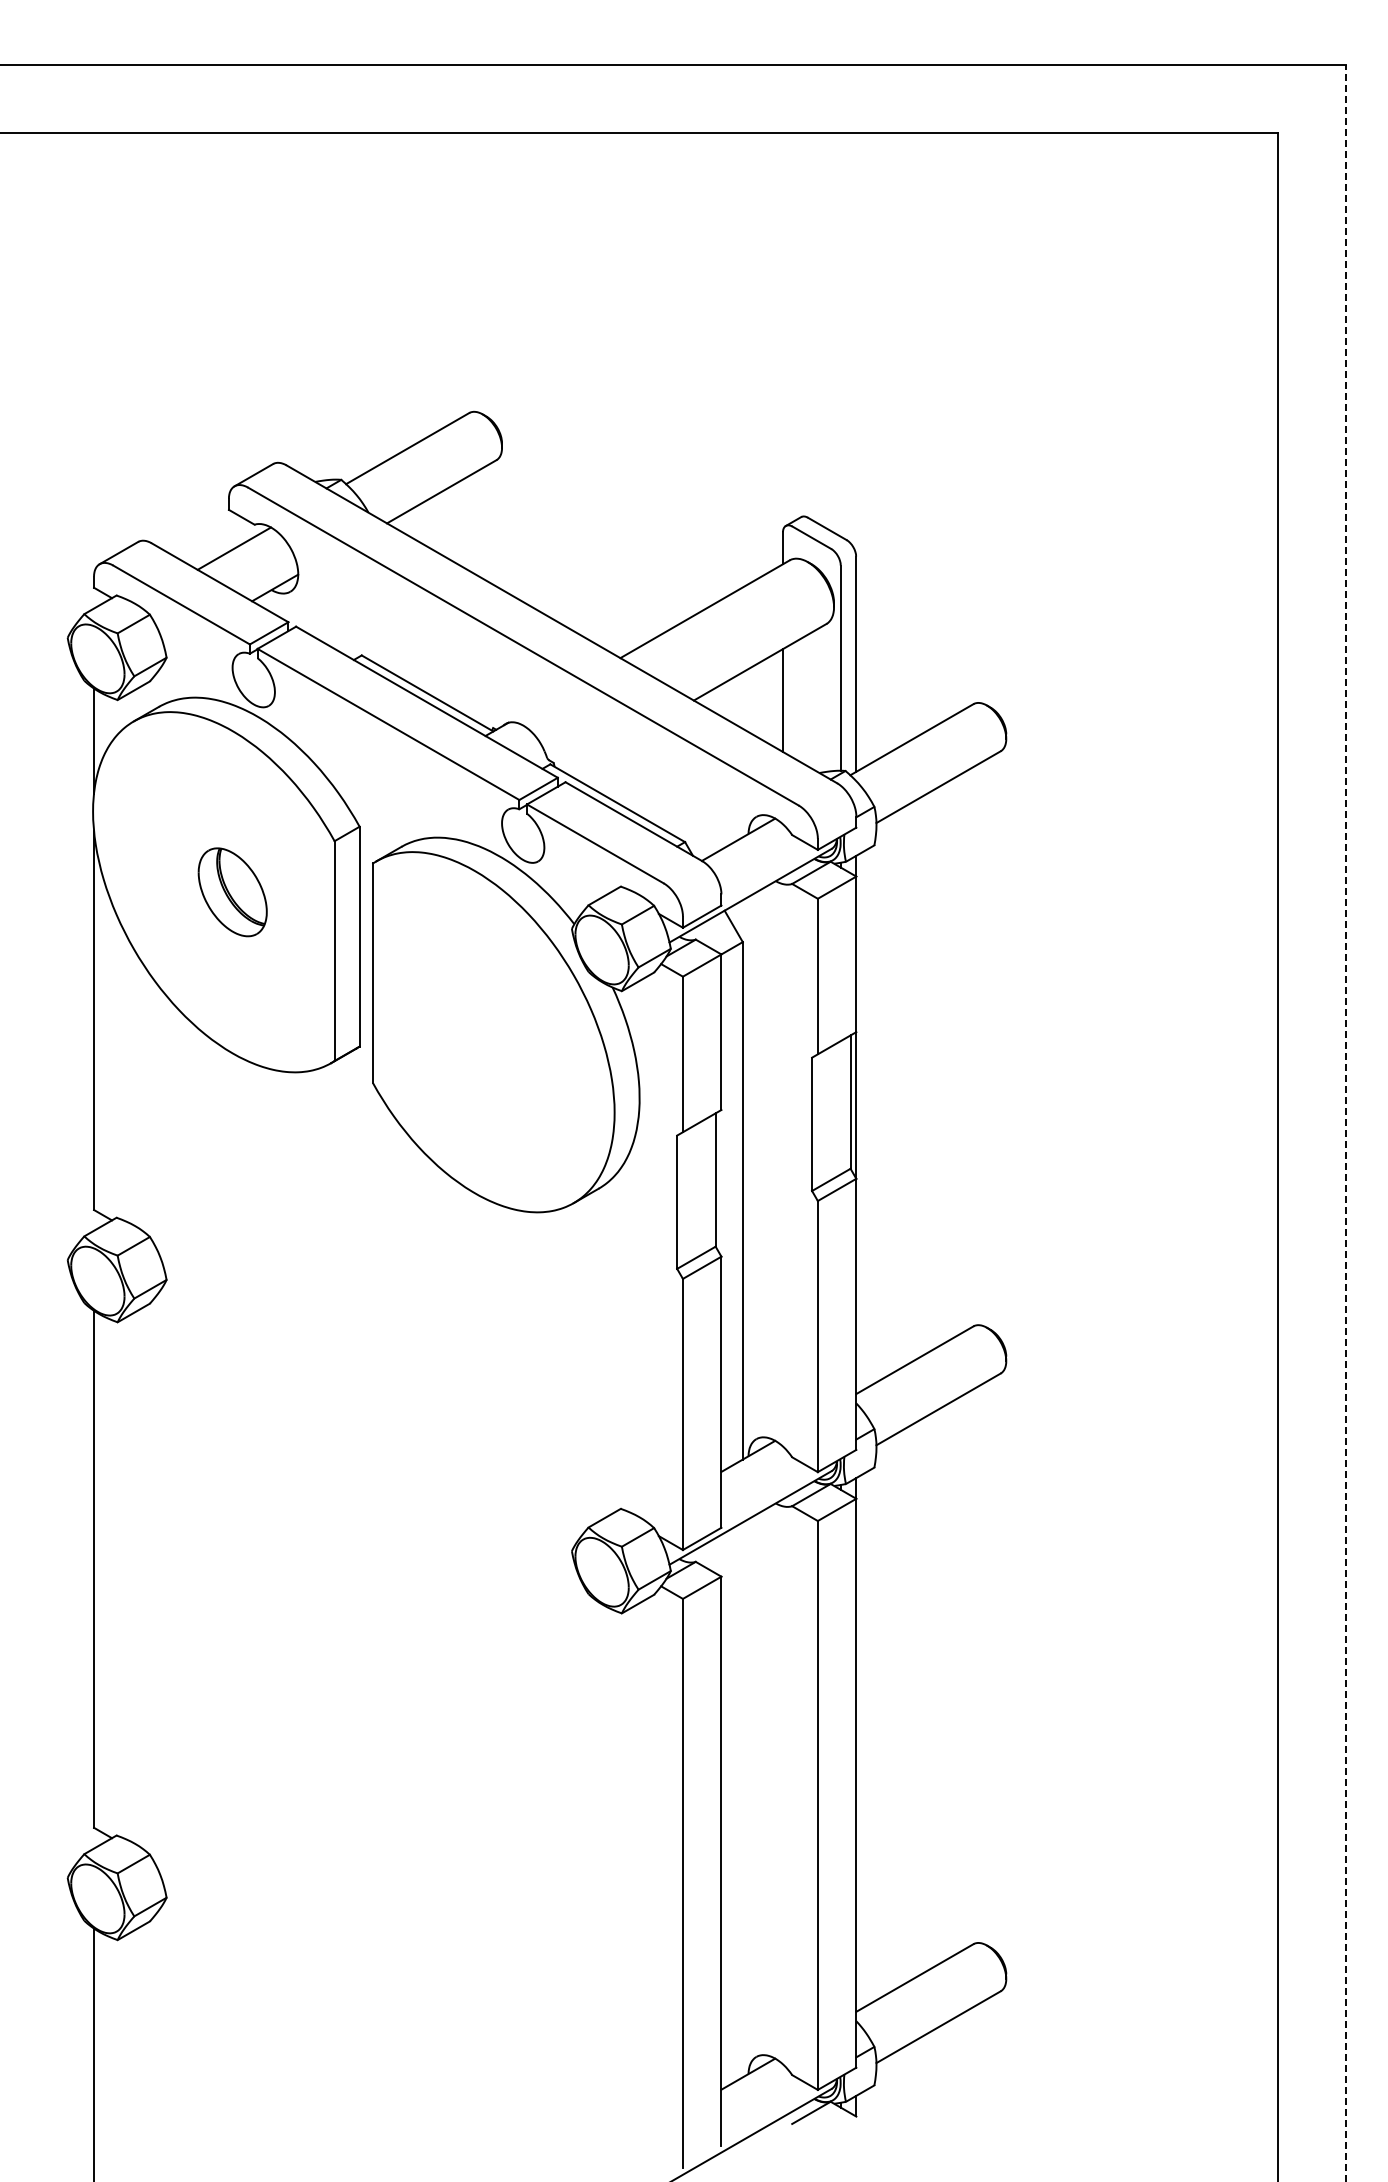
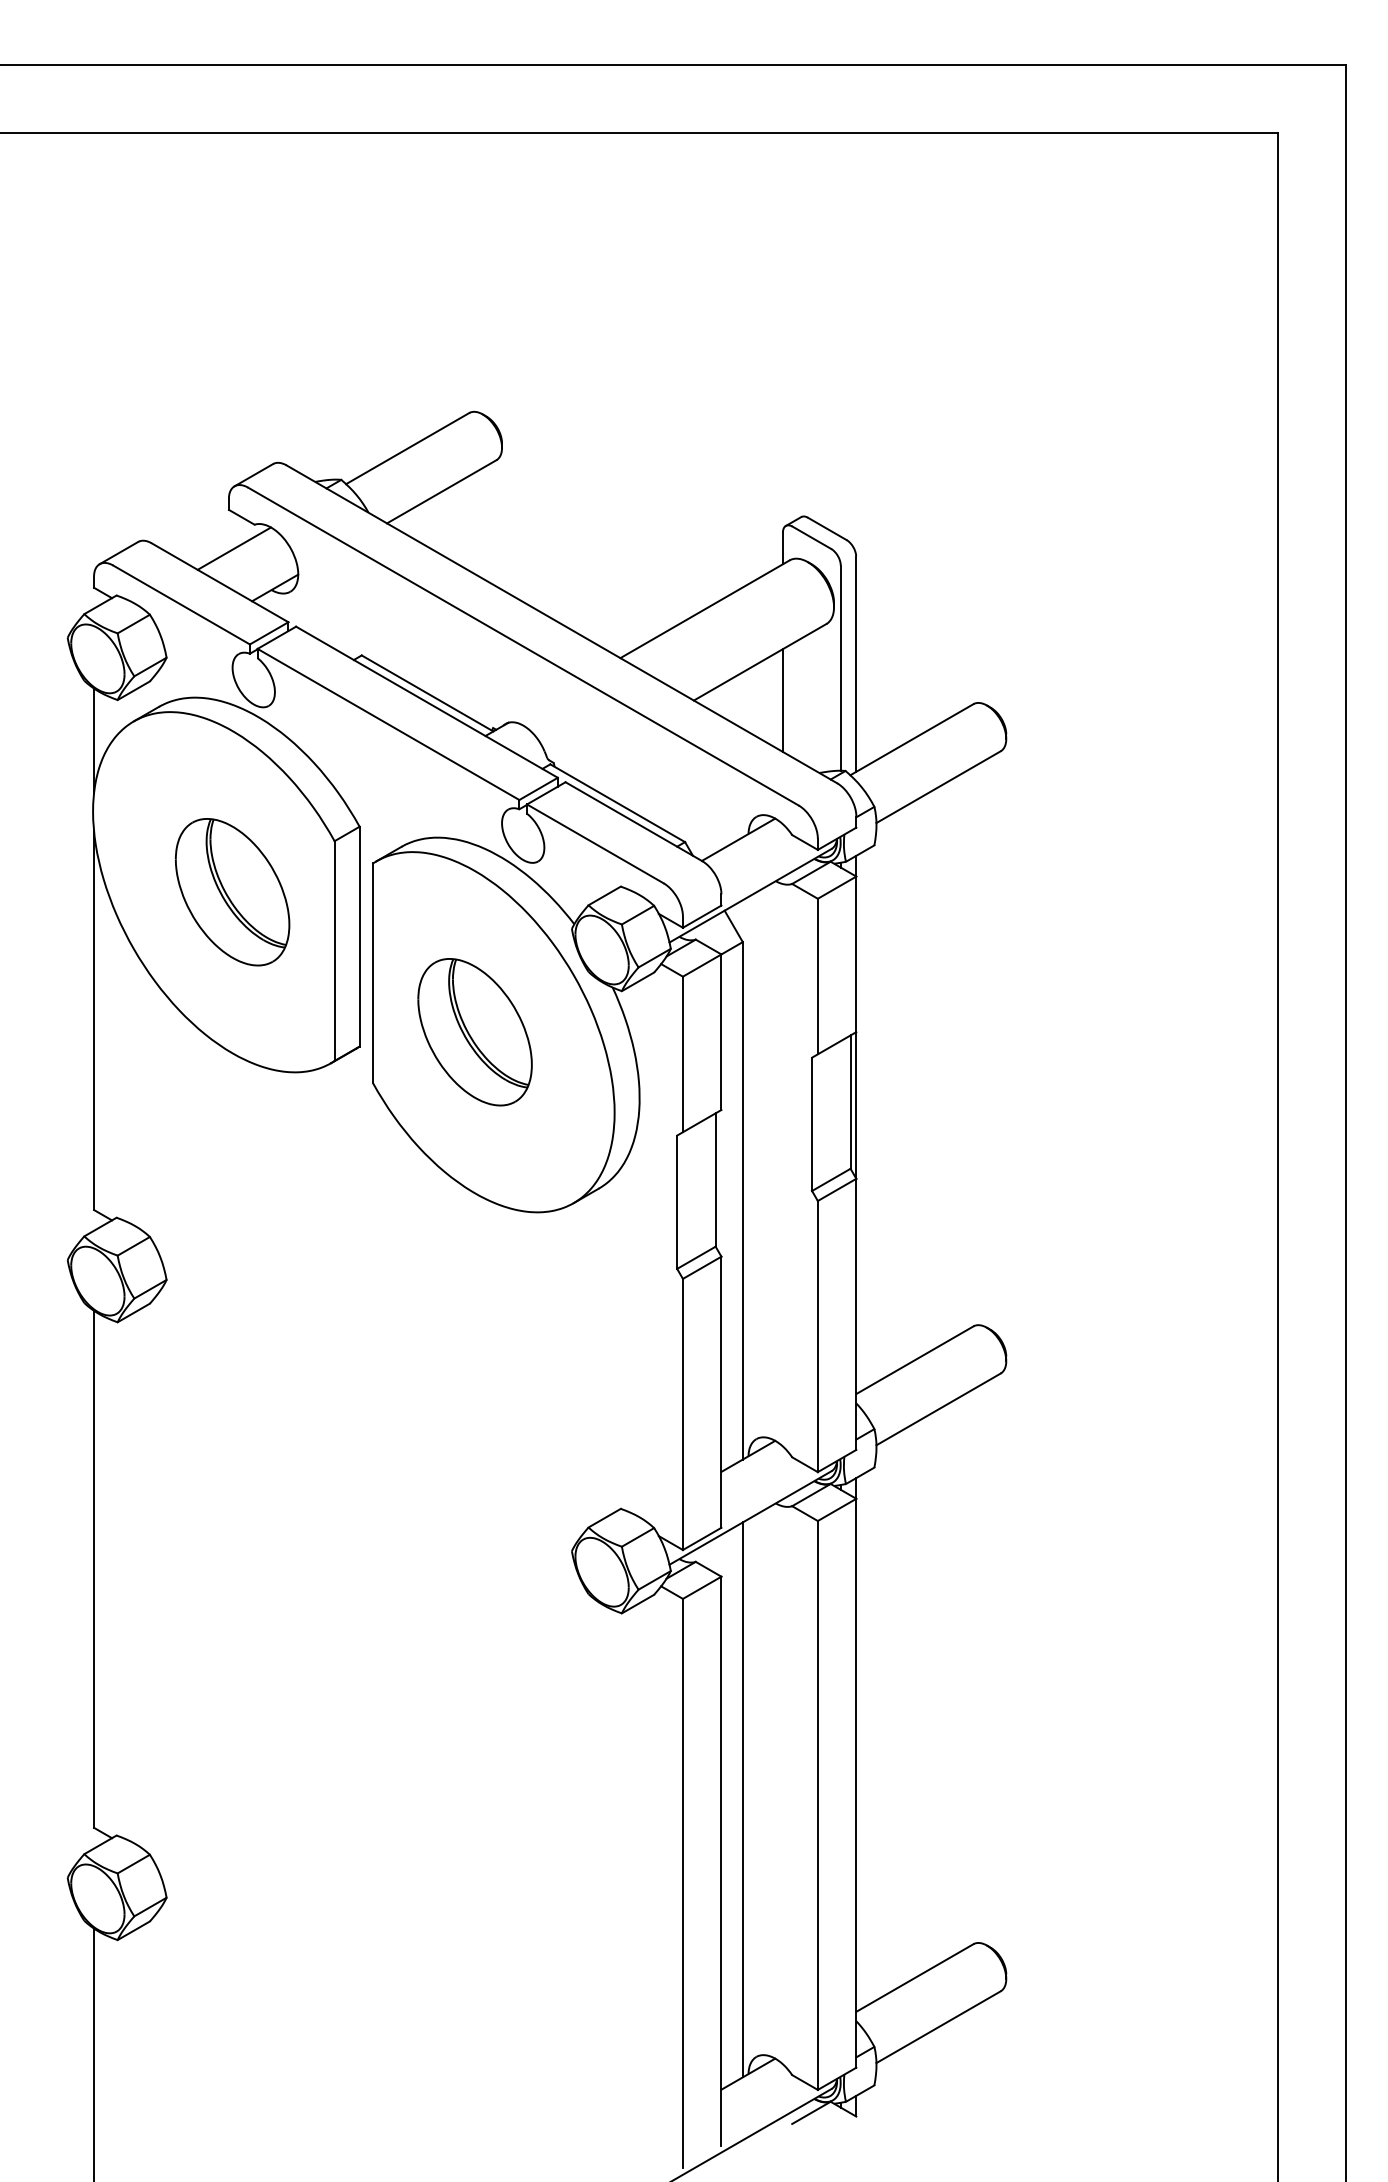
part at (232, 892) size: 71x91 px -> 116x149 px
part at (474, 1032): none -> present
line at (1346, 1123): dashed -> solid
line at (742, 1799): none -> present
